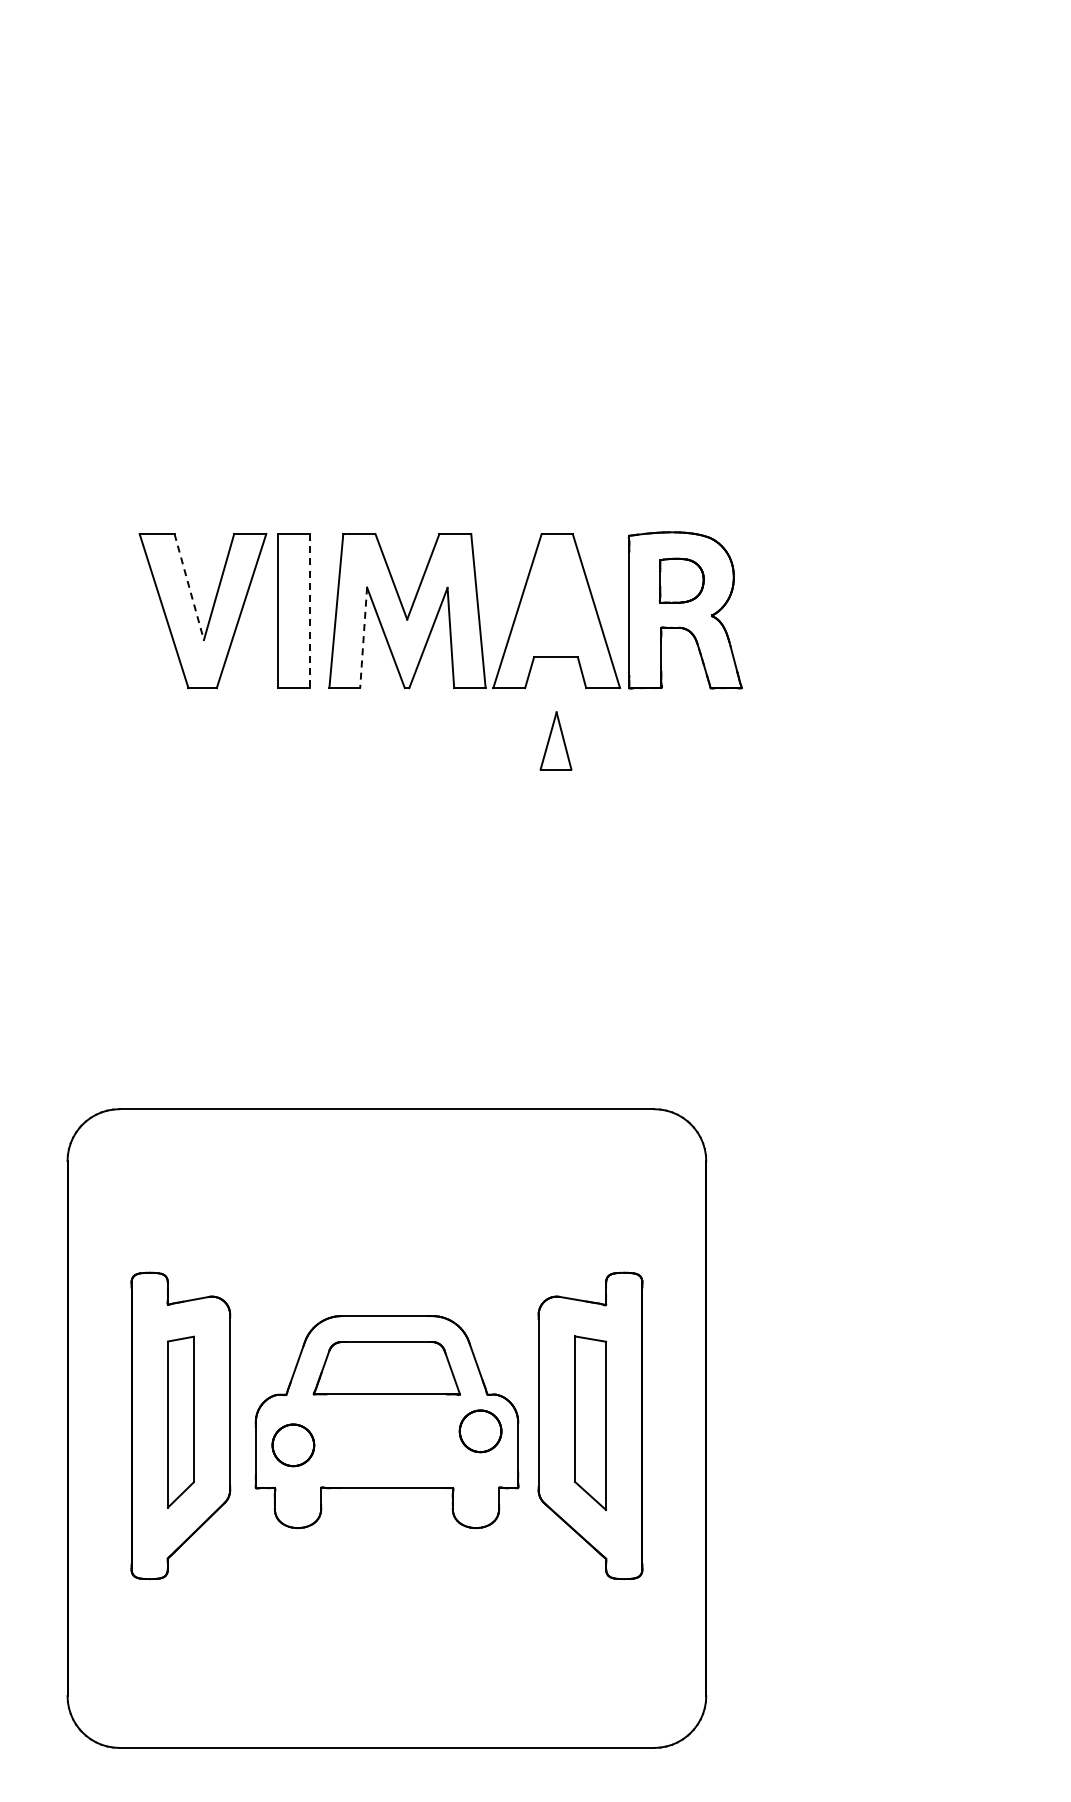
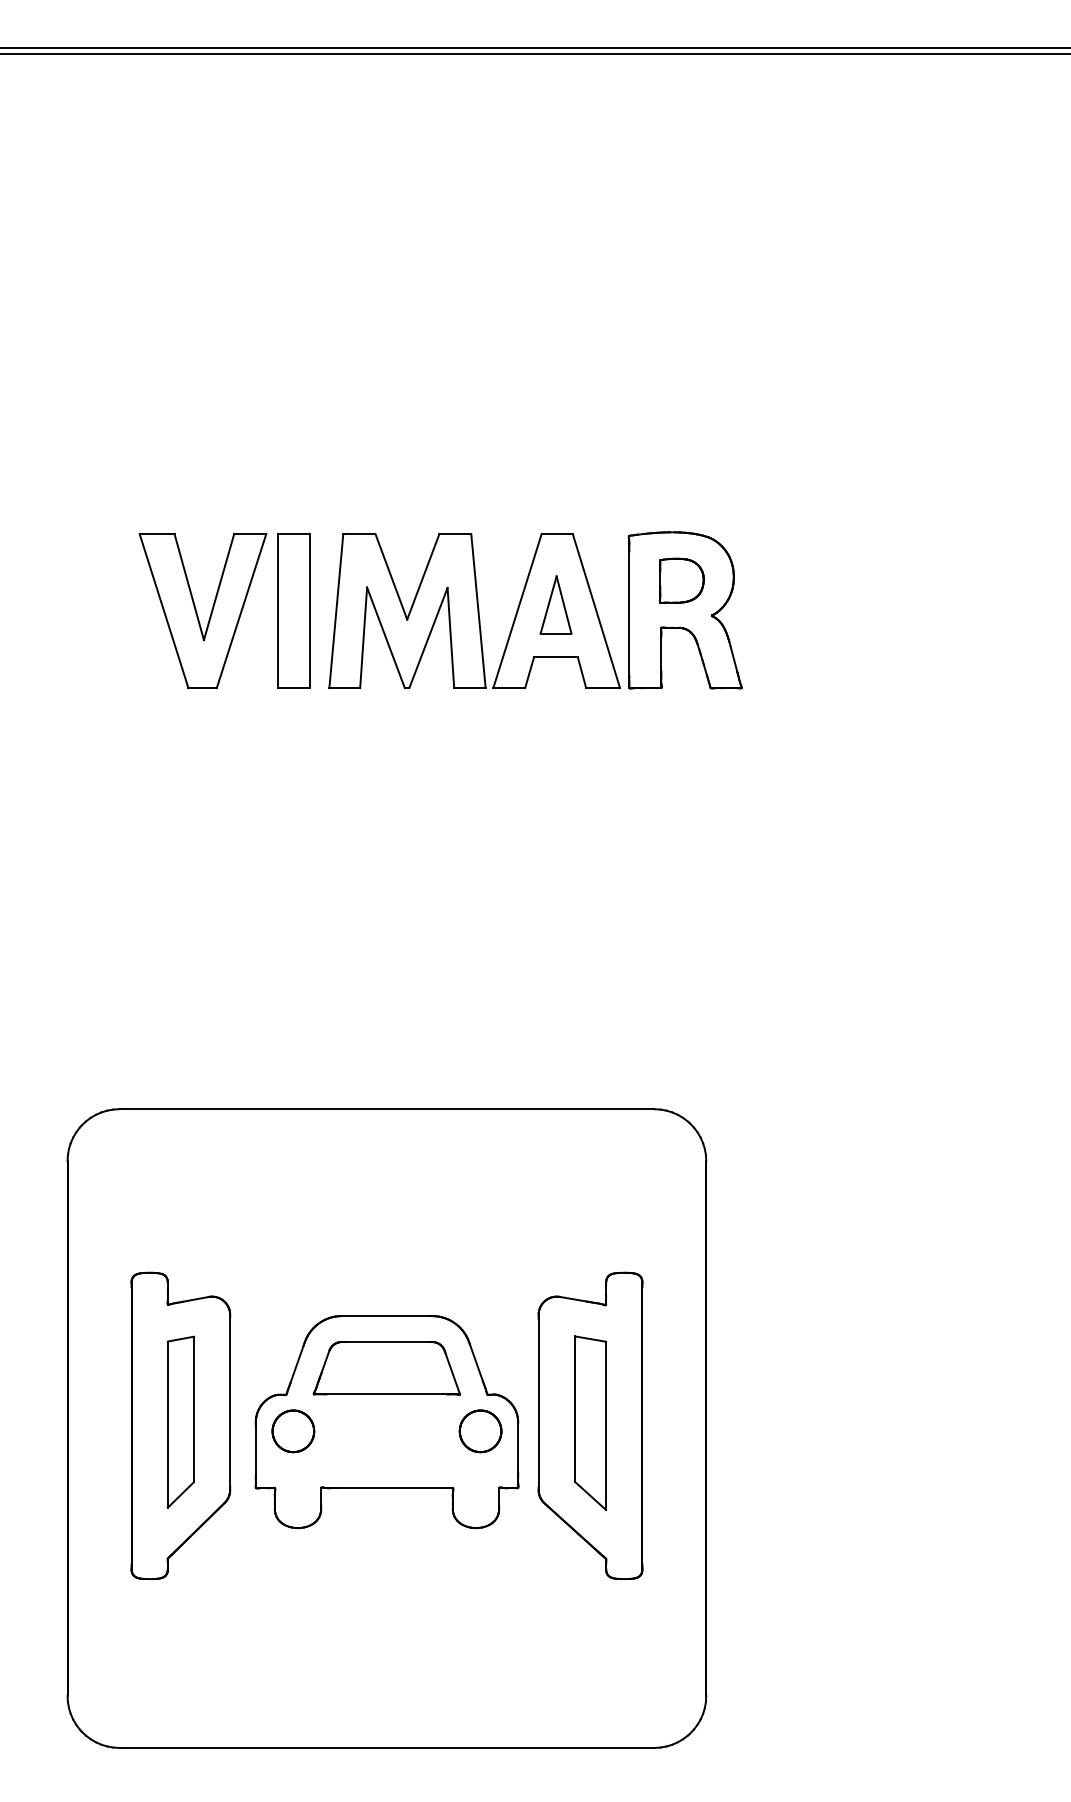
line at (534, 47): none -> present
line at (534, 54): none -> present
line at (189, 587): dashed -> solid
line at (310, 611): dashed -> solid
line at (363, 638): dashed -> solid
part at (555, 740) position: (555, 740) -> (555, 604)
part at (293, 1445) position: (293, 1445) -> (293, 1431)
